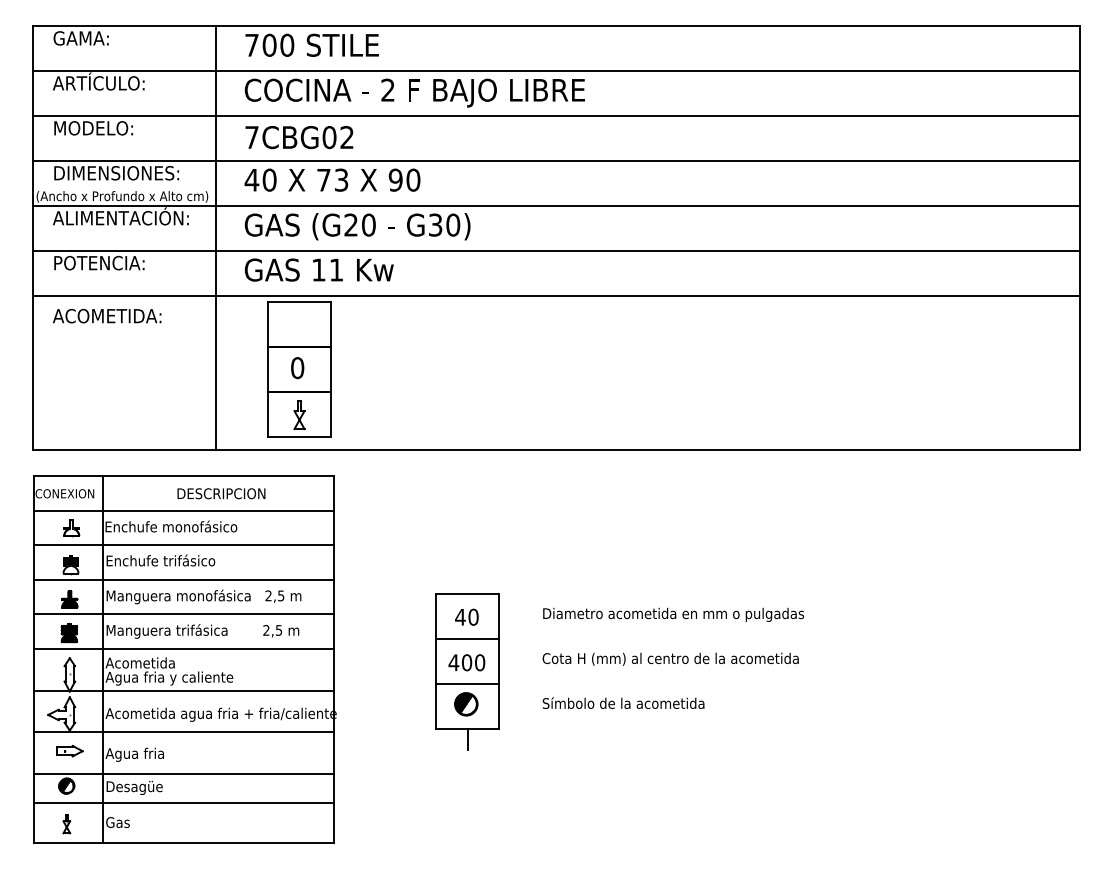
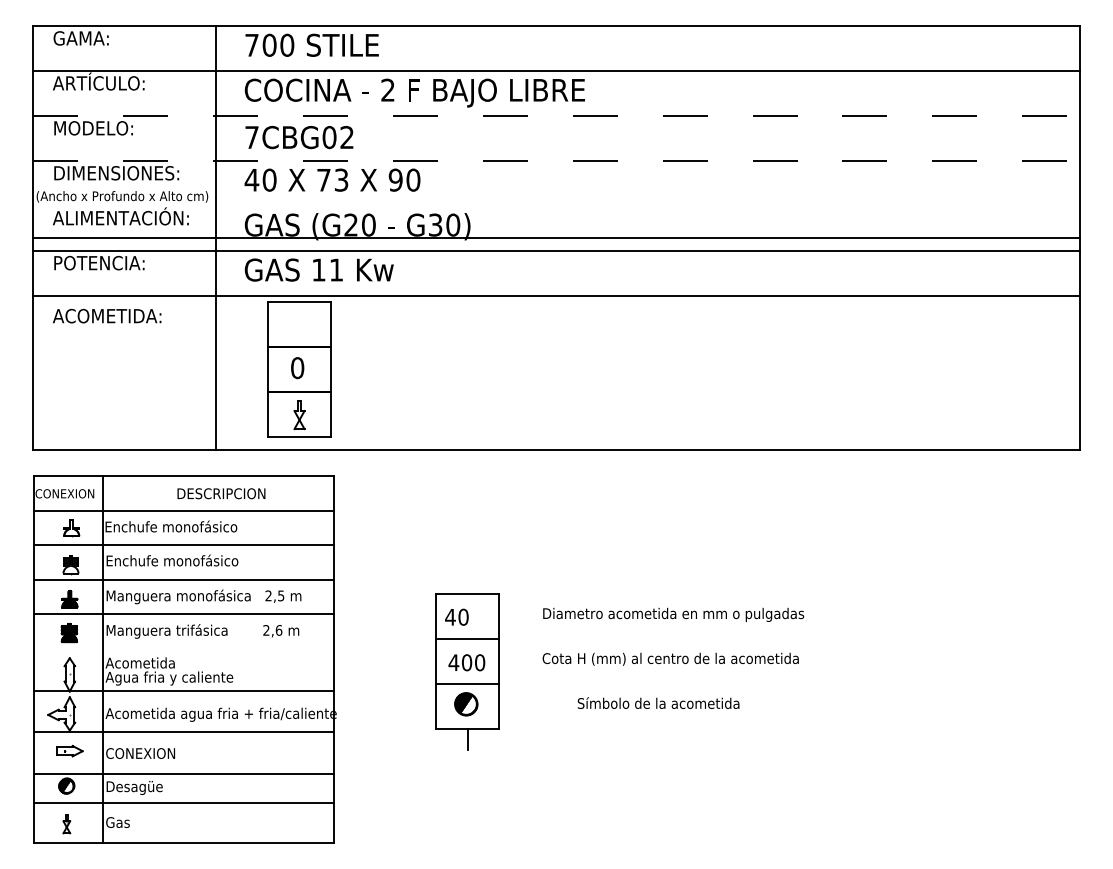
line at (556, 115): solid -> dashed
line at (556, 160): solid -> dashed
line at (556, 205) position: (556, 205) -> (556, 237)
text at (200, 560): Enchufe trifásico -> Enchufe monofásico
text at (466, 616) position: (466, 616) -> (456, 616)
text at (278, 630): 2,5 -> 2,6
line at (184, 649): present -> none
text at (623, 702) position: (623, 702) -> (658, 702)
text at (140, 754): Agua fria -> CONEXION
